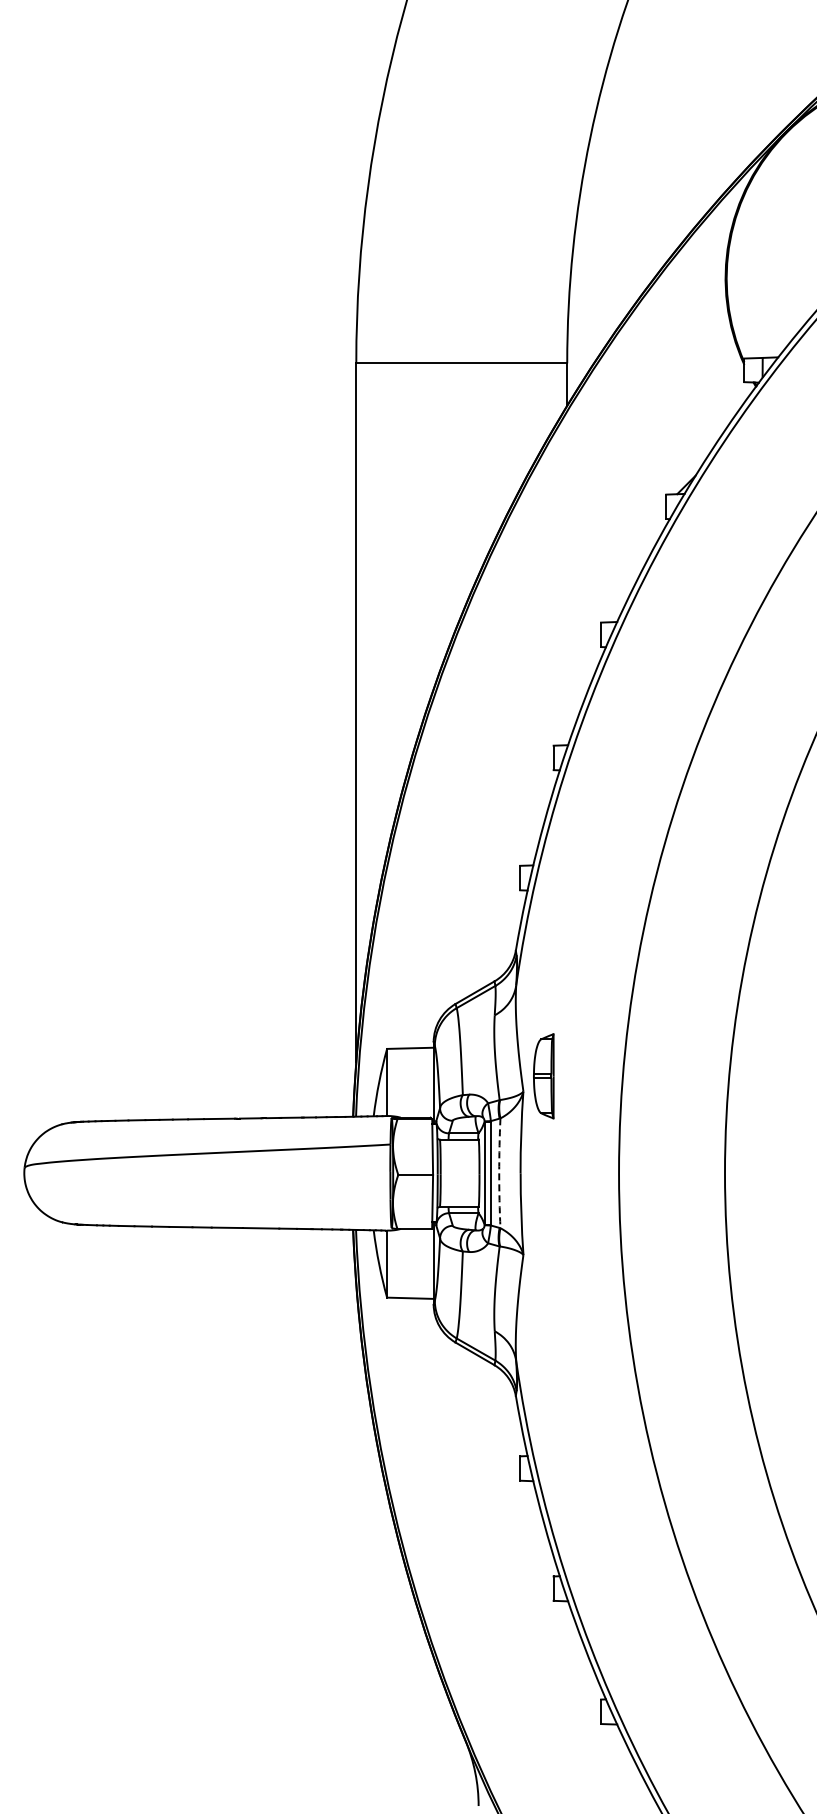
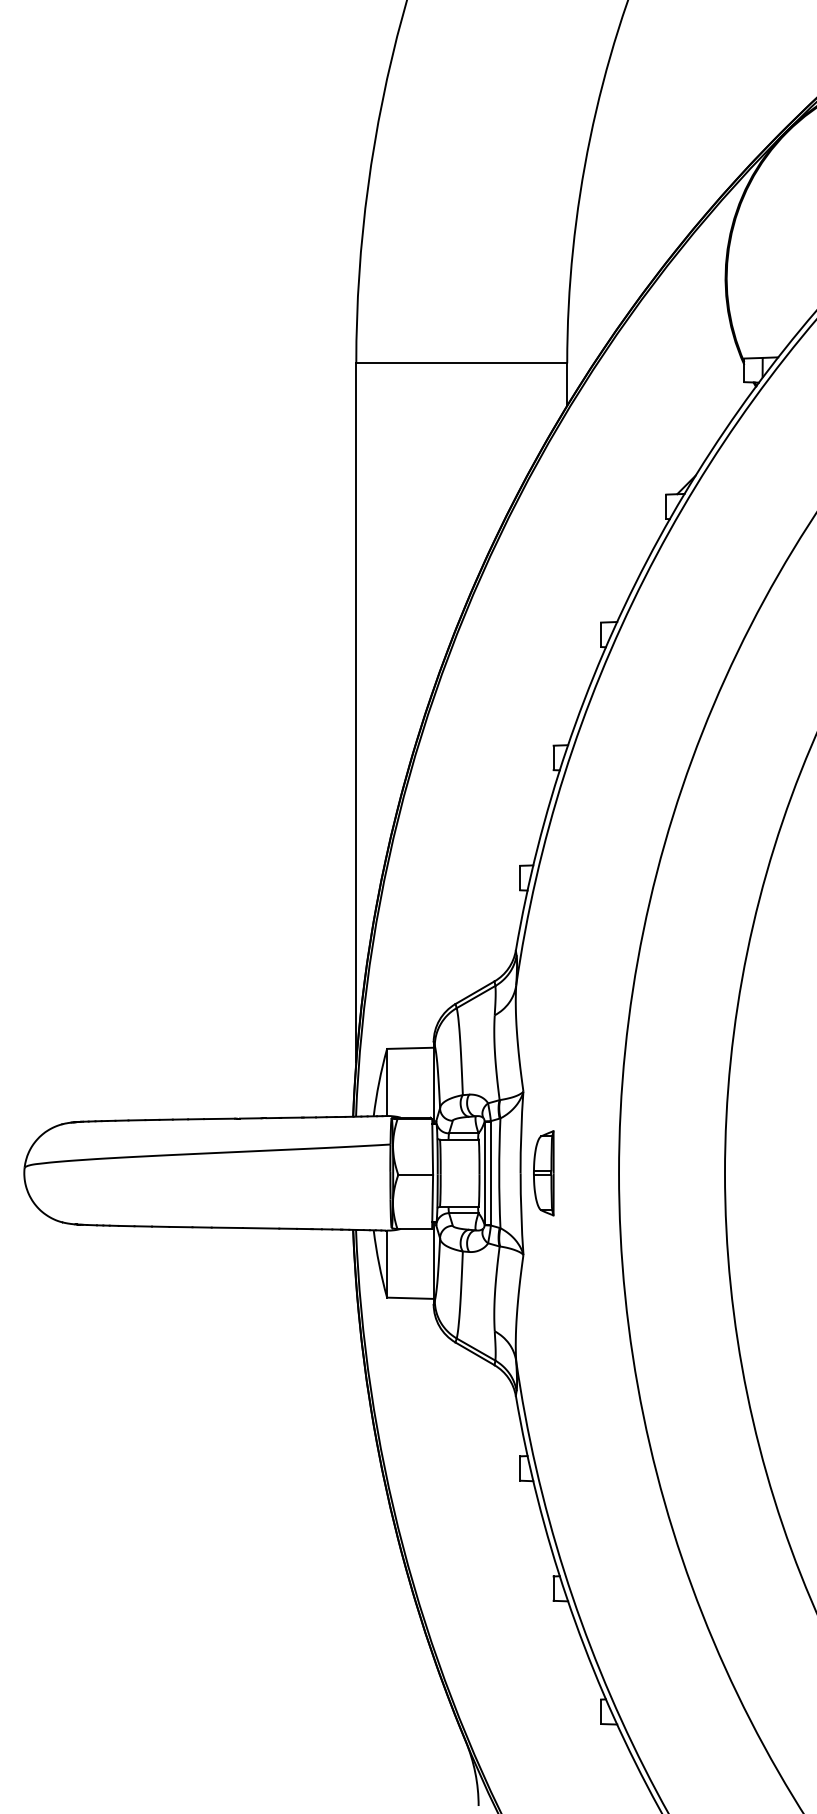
part at (543, 1076) position: (543, 1076) -> (543, 1173)
arc at (499, 1173): dashed -> solid
